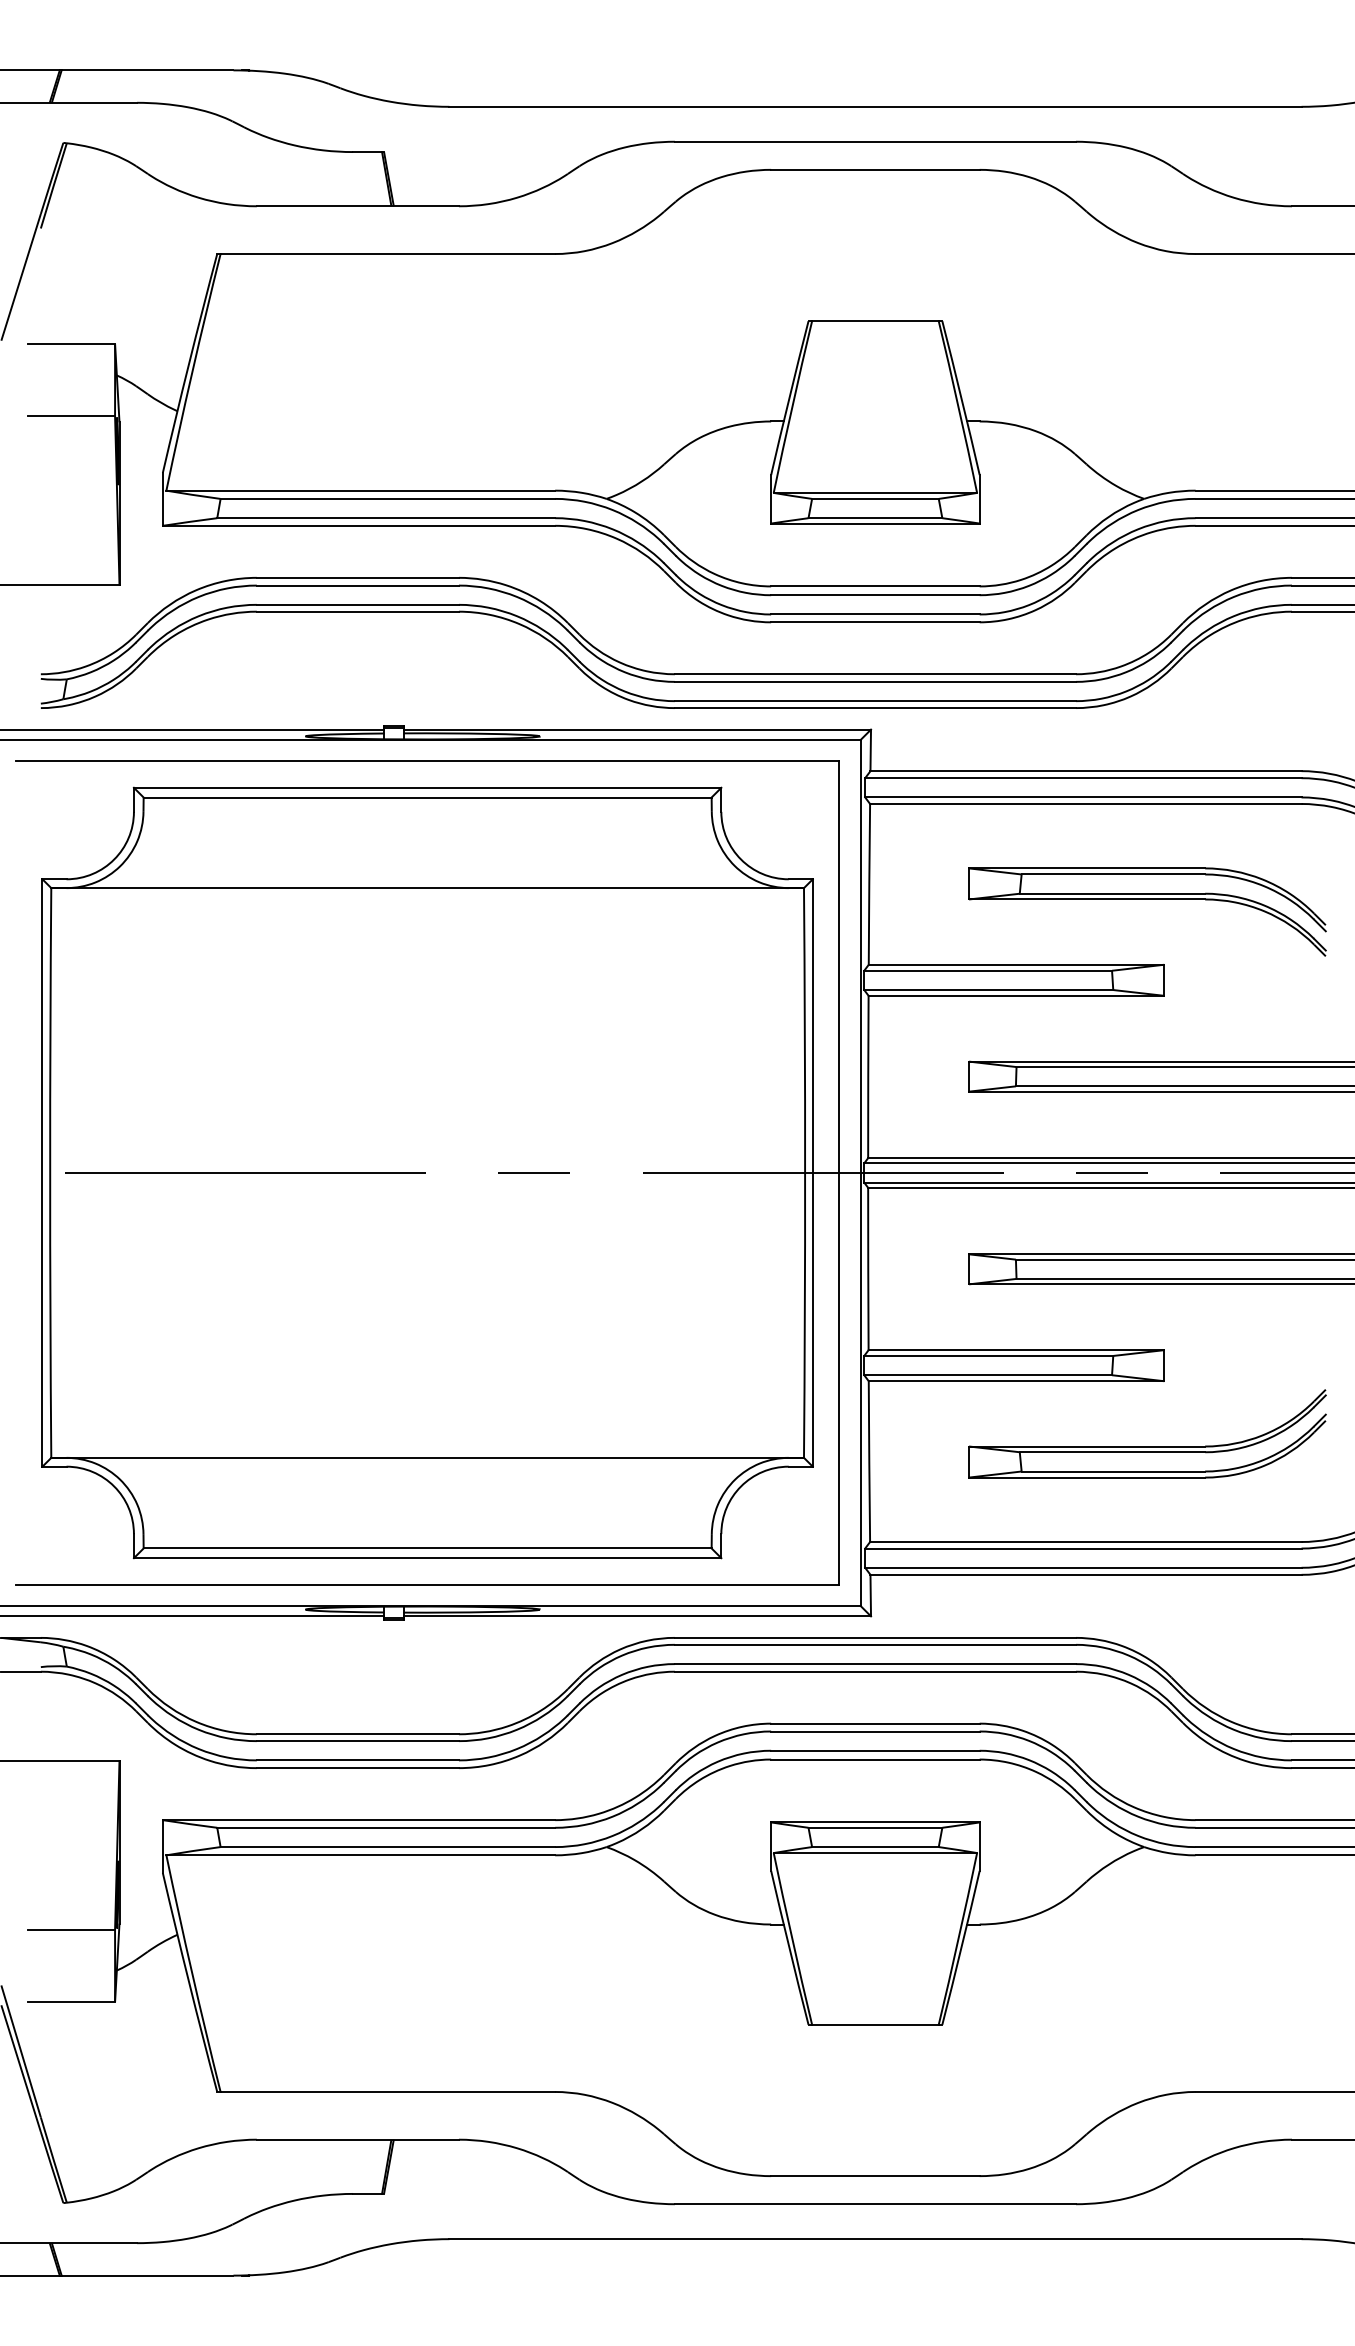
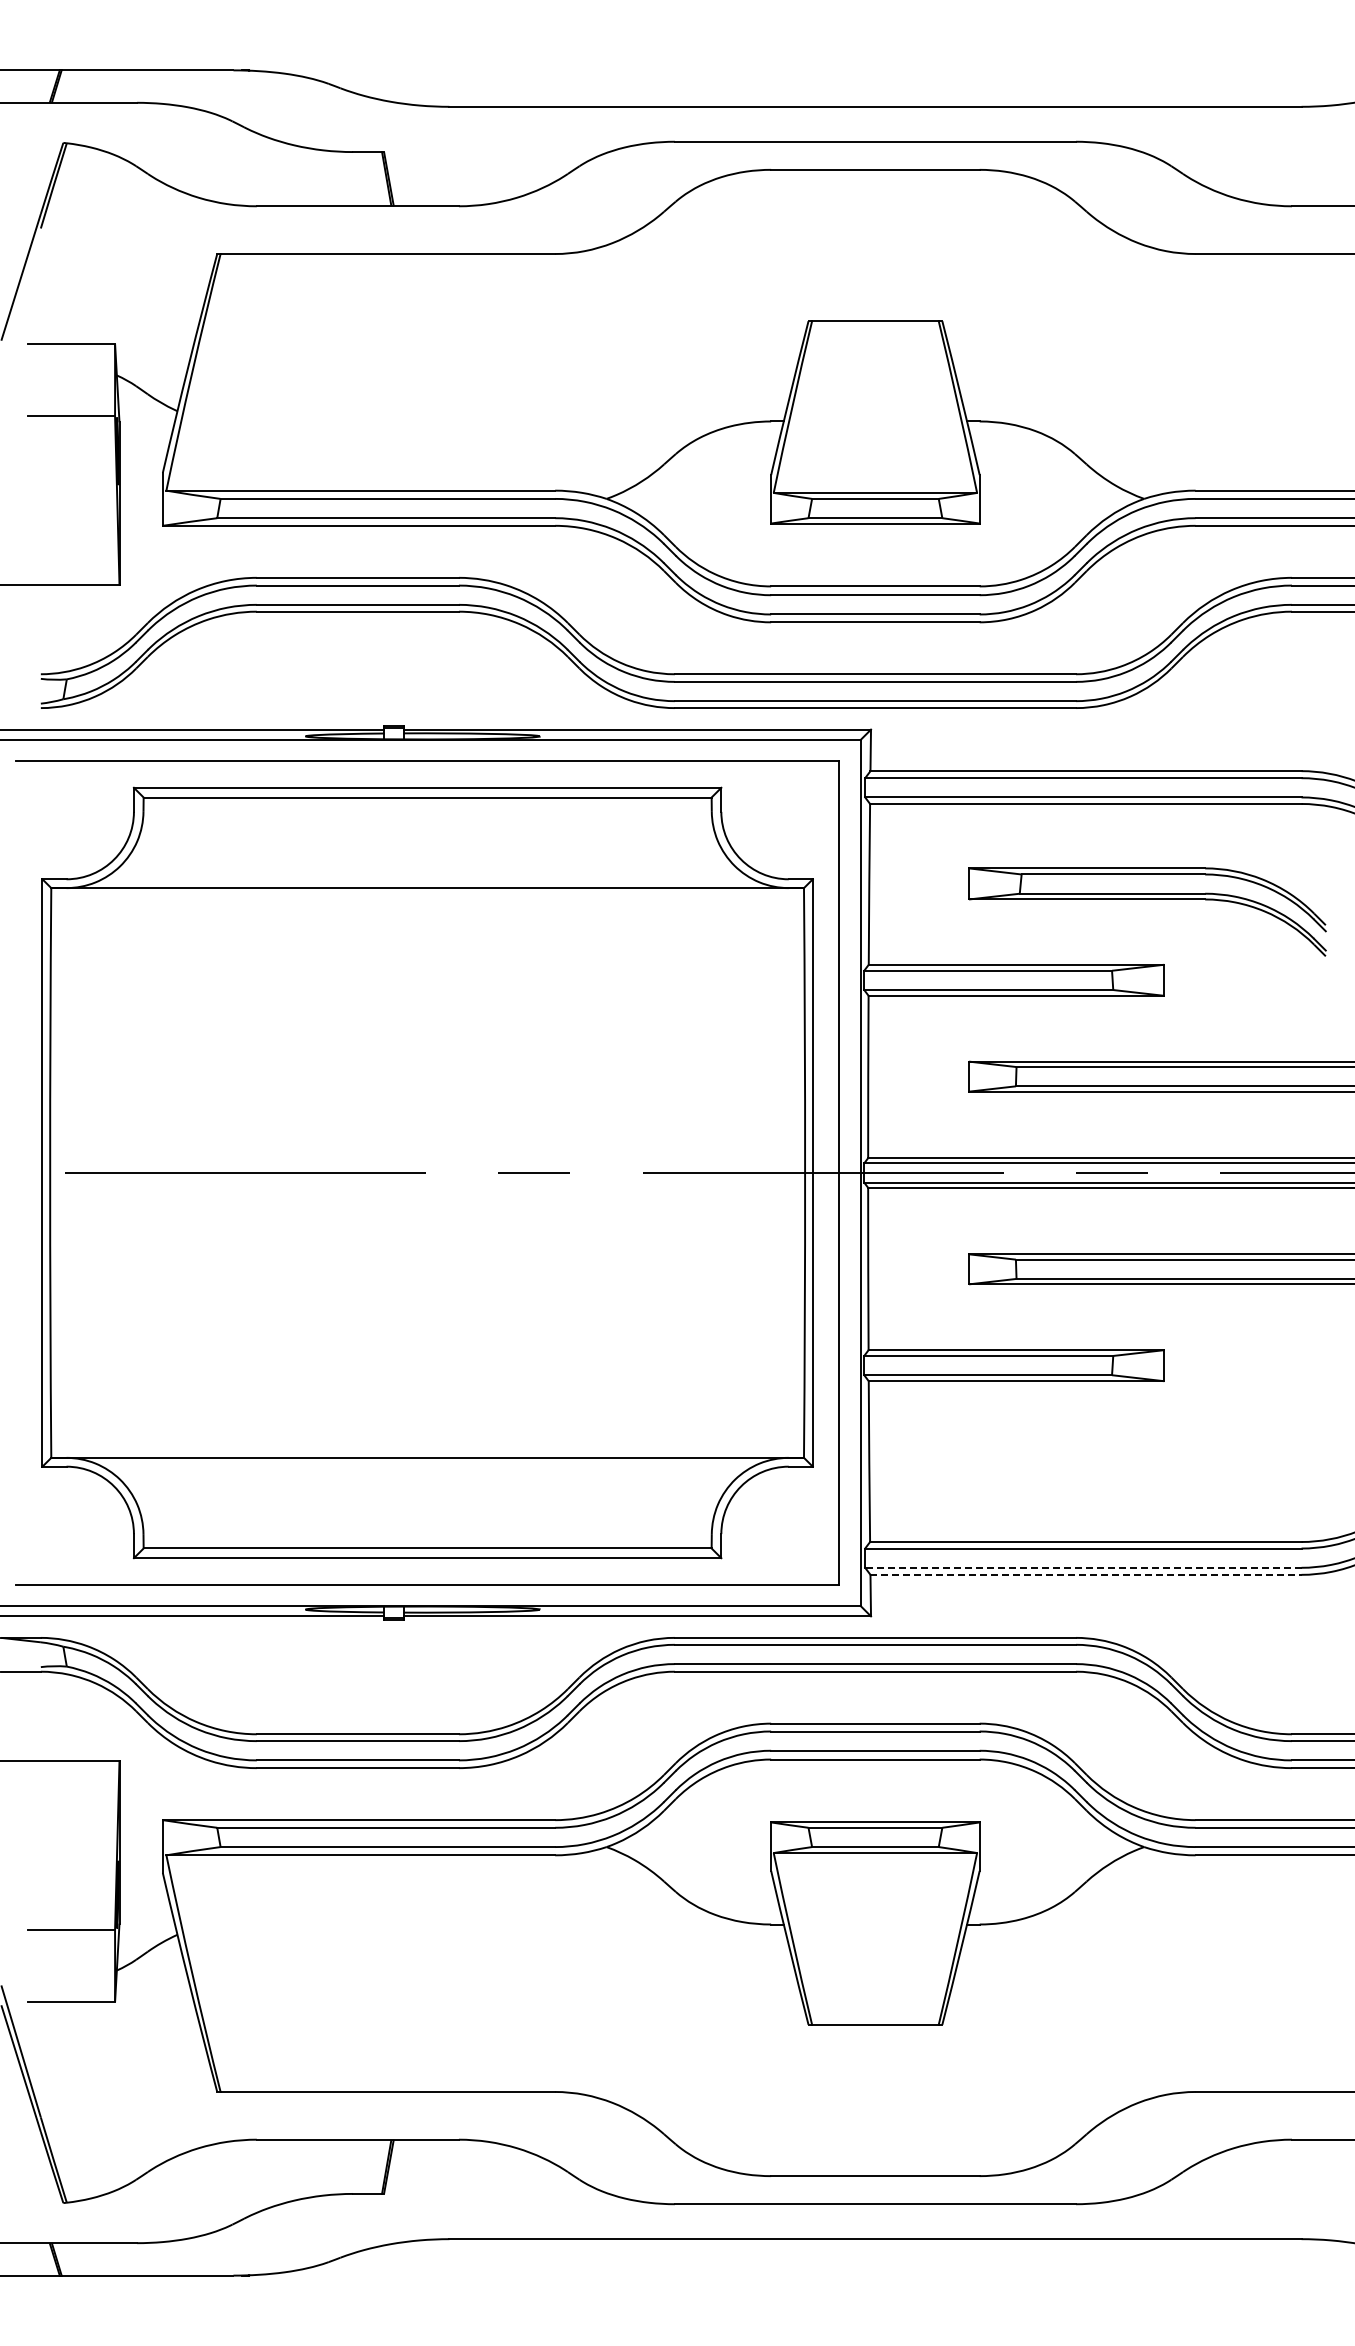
part at (1147, 1446): present -> none
line at (1082, 1567): solid -> dashed
line at (1086, 1574): solid -> dashed
